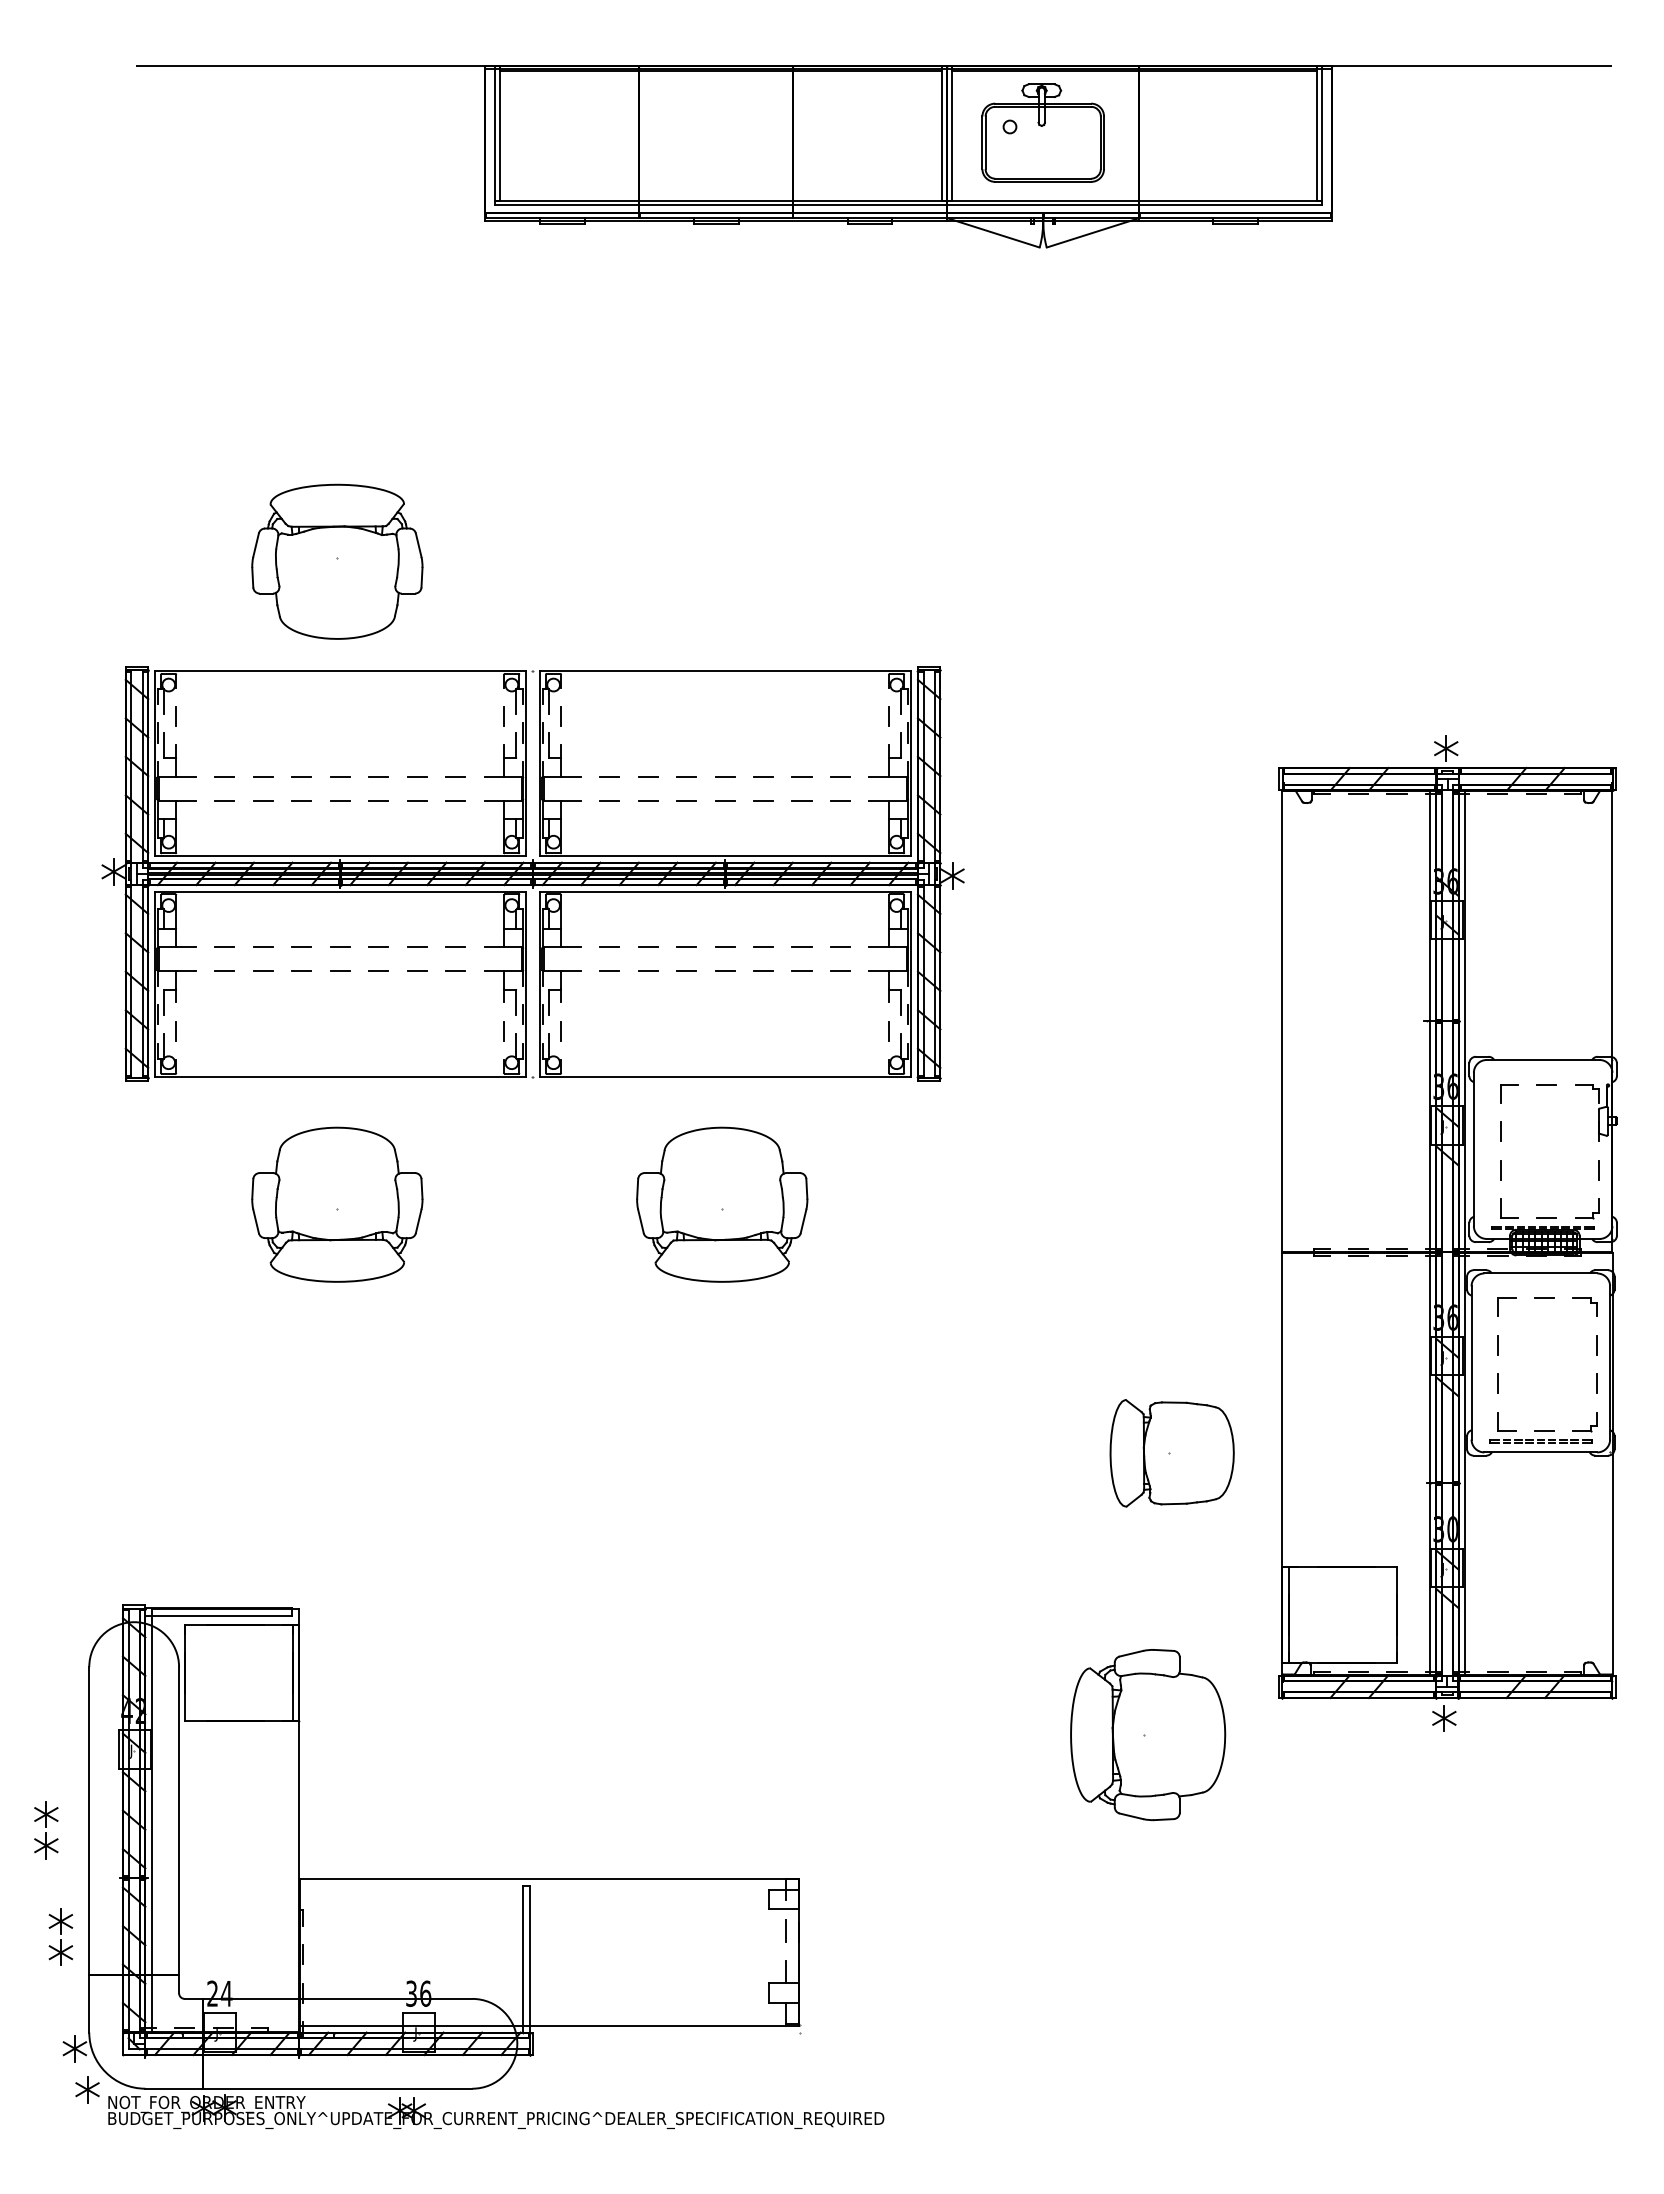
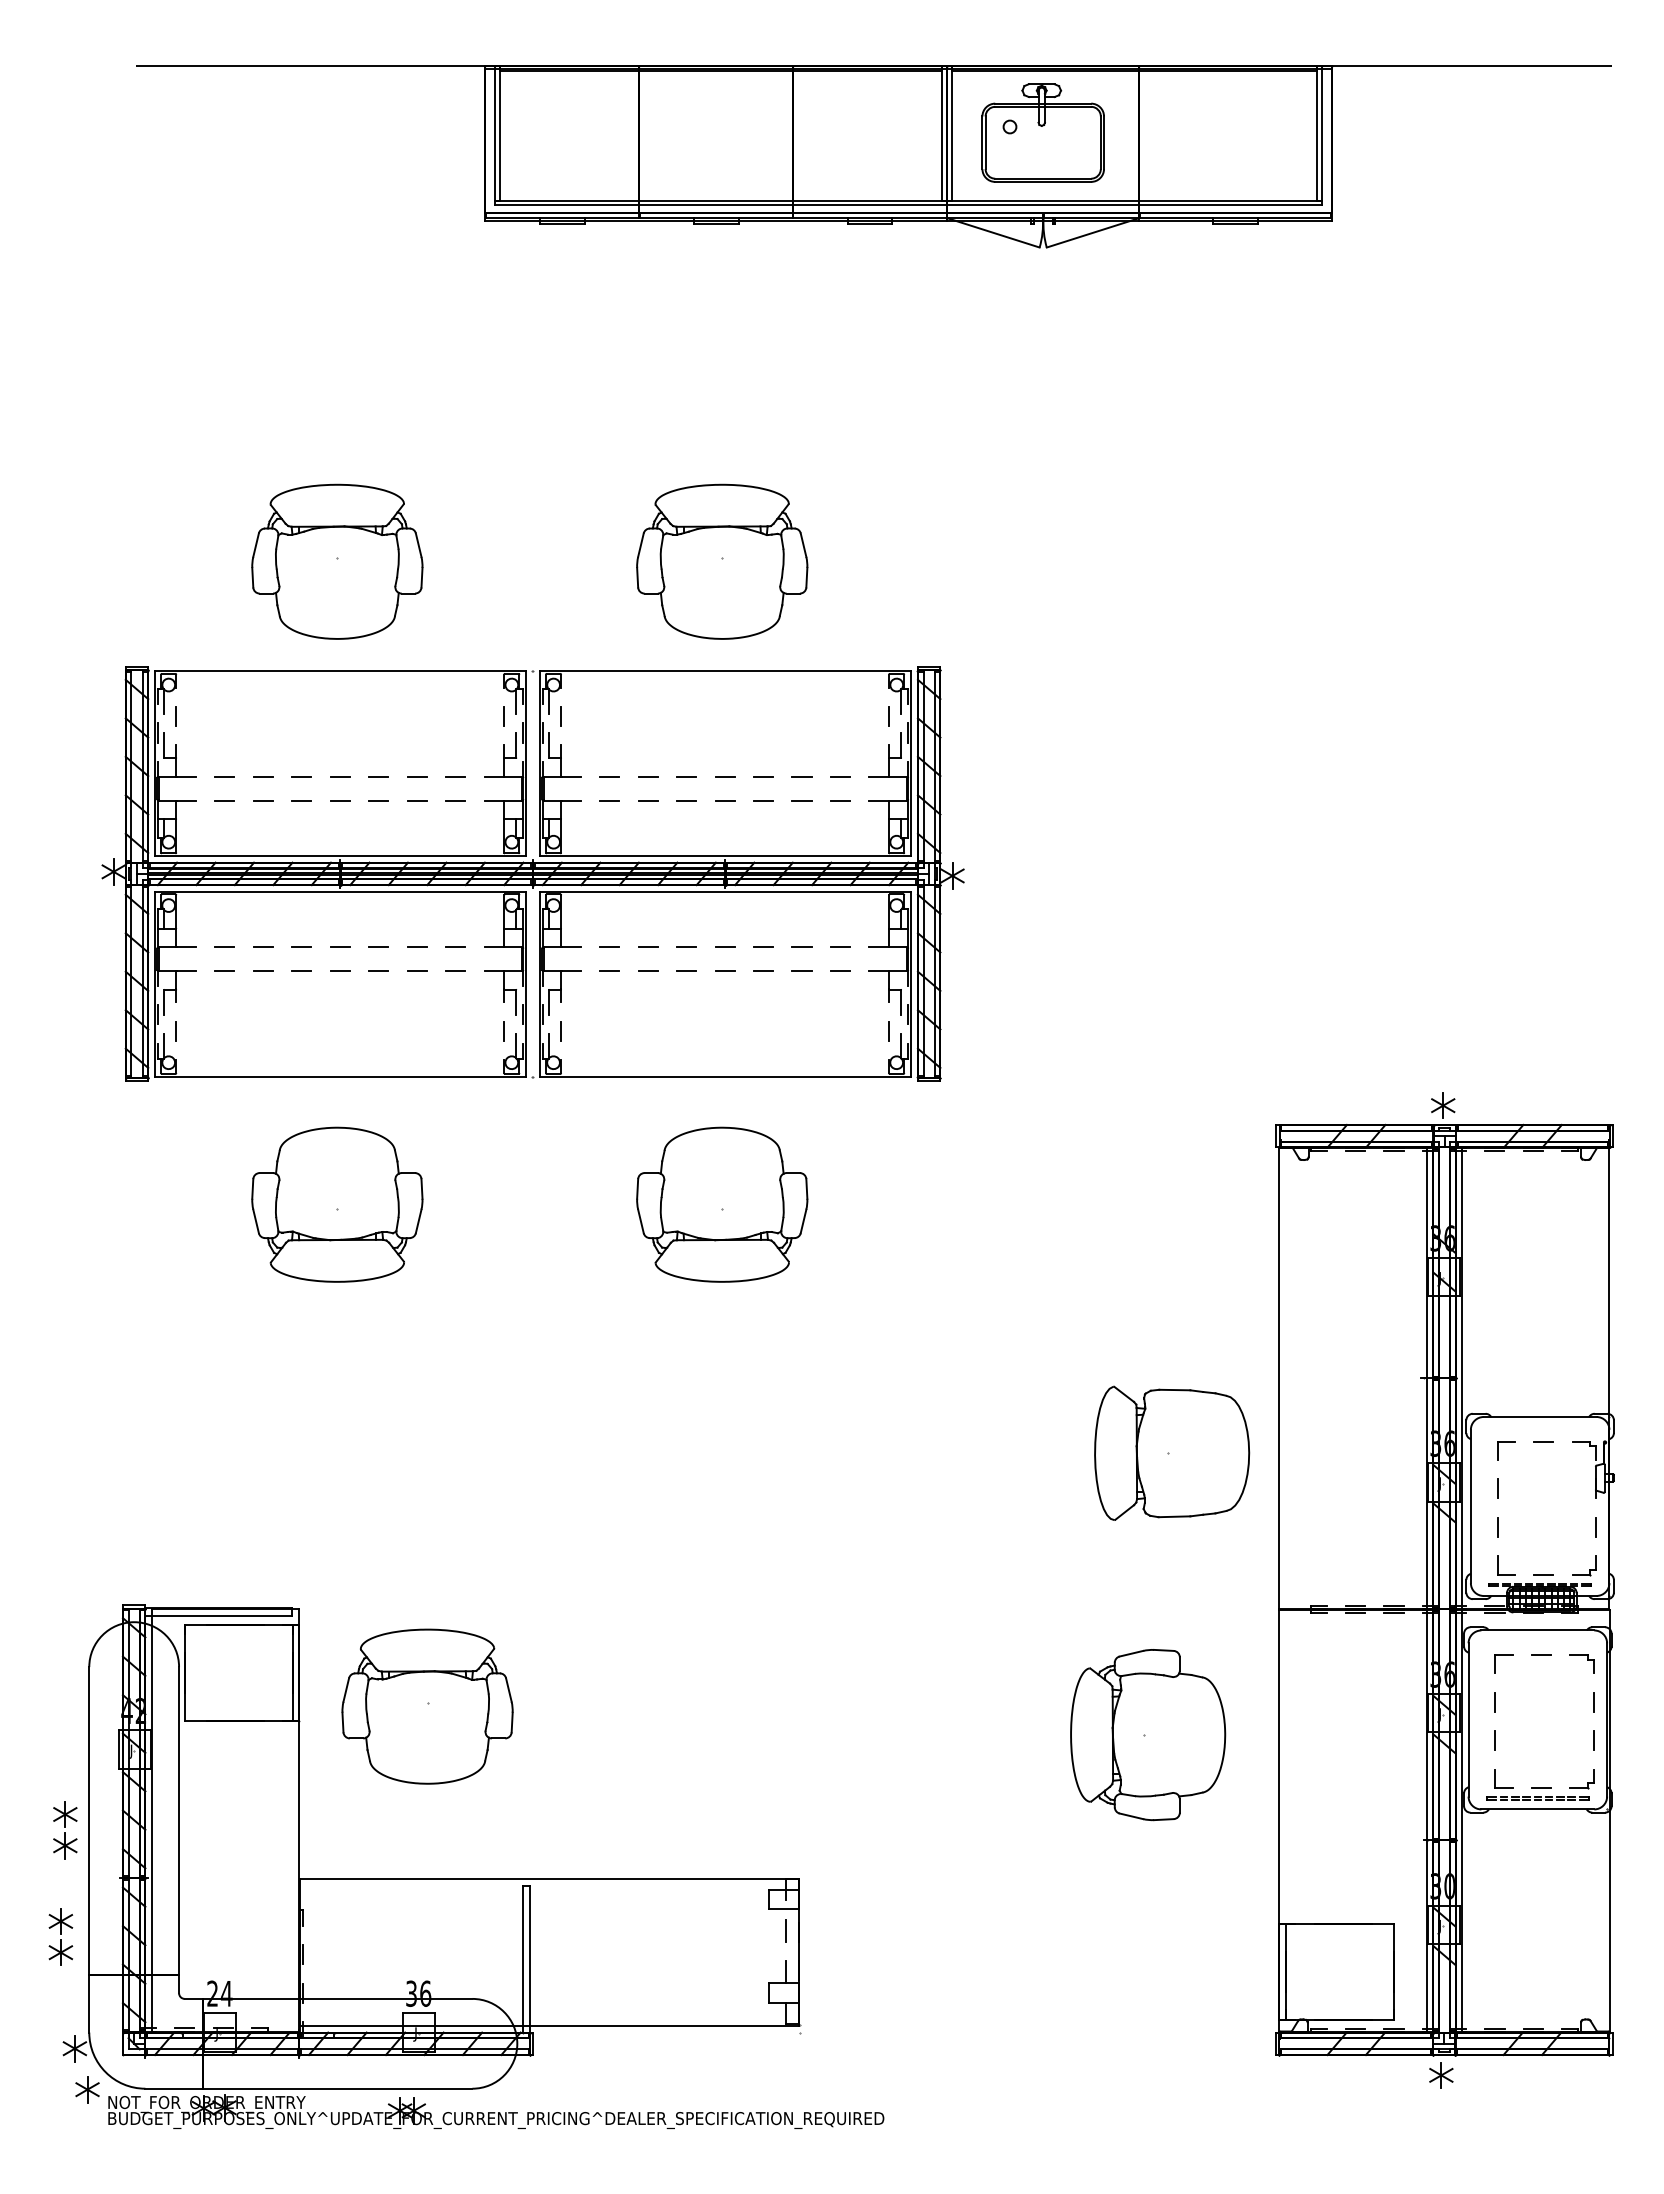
part at (722, 561): none -> present
part at (1447, 1233) position: (1447, 1233) -> (1444, 1590)
part at (1171, 1453) size: 126x109 px -> 157x136 px
part at (427, 1706): none -> present
part at (46, 1830) position: (46, 1830) -> (65, 1830)
